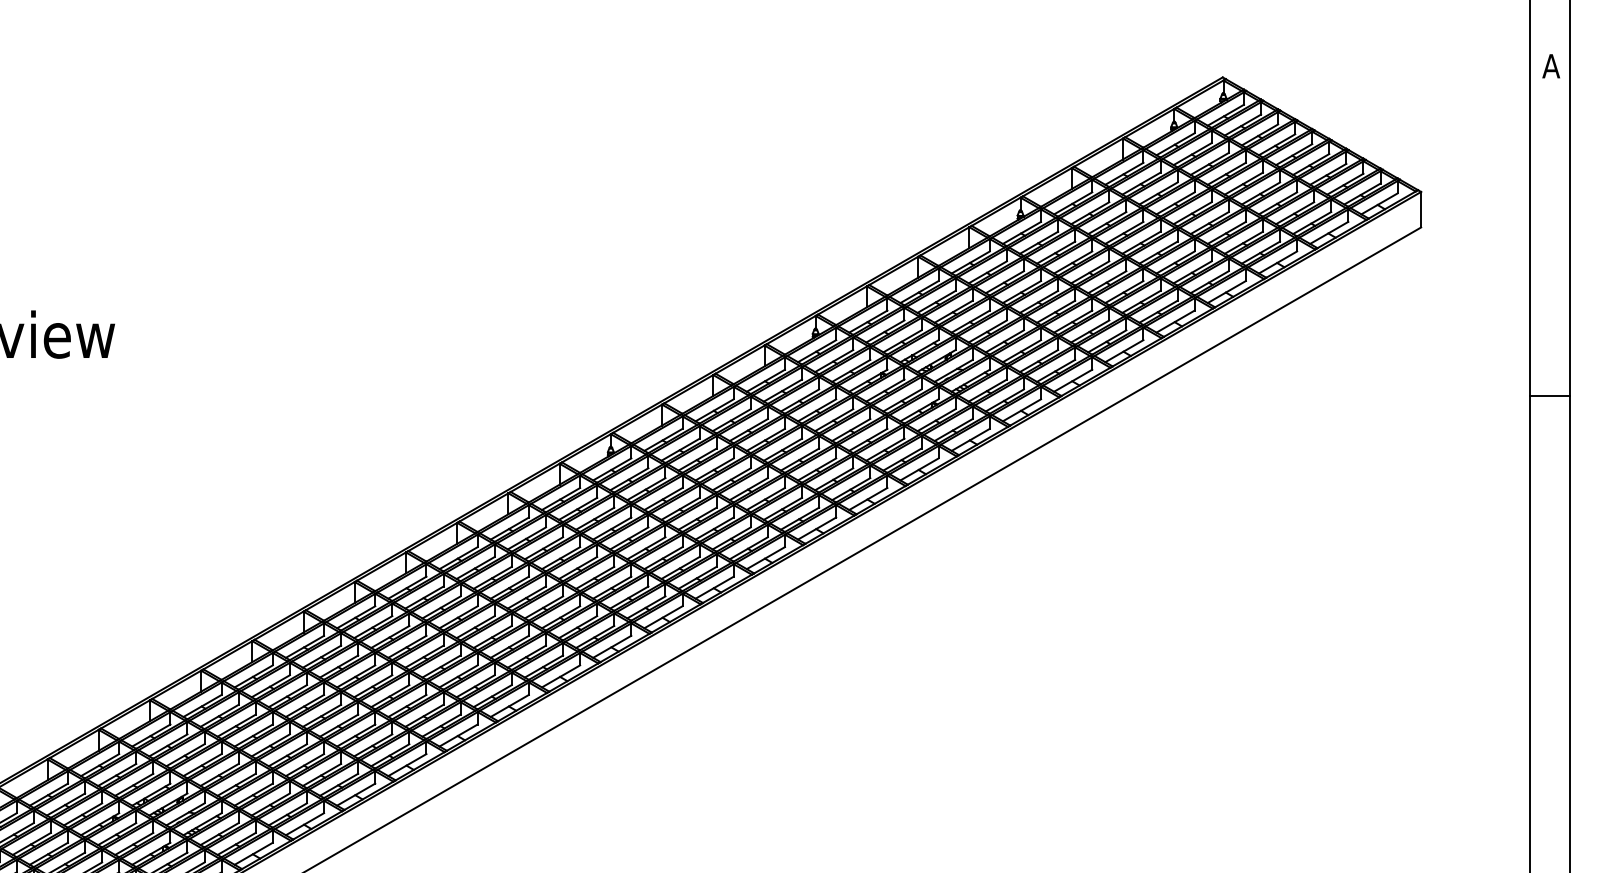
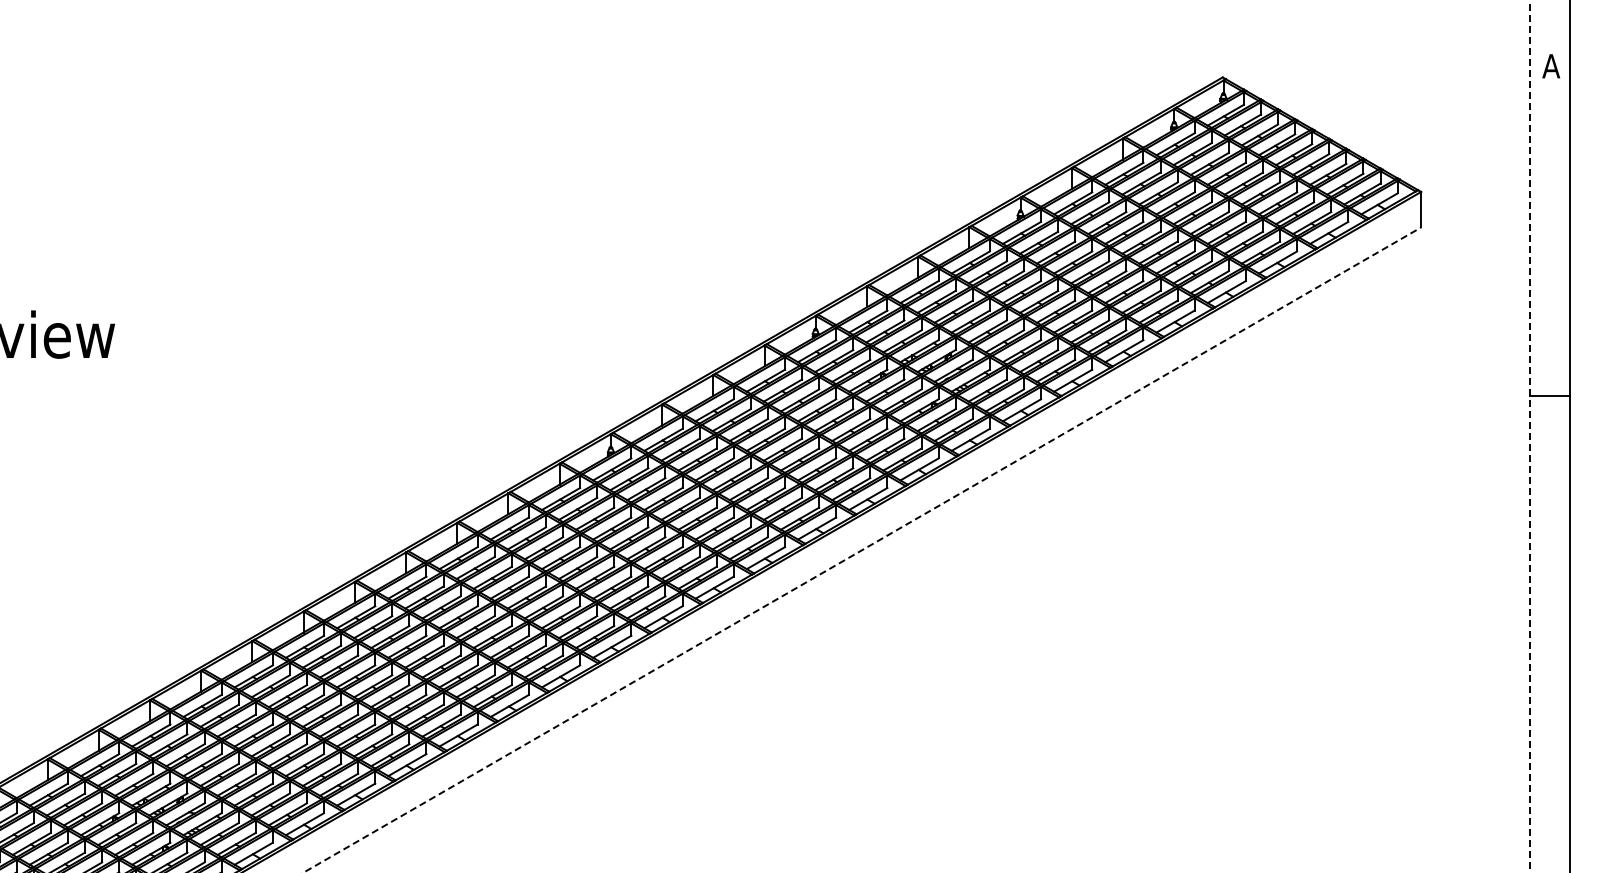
line at (1530, 436): solid -> dashed
line at (862, 549): solid -> dashed
